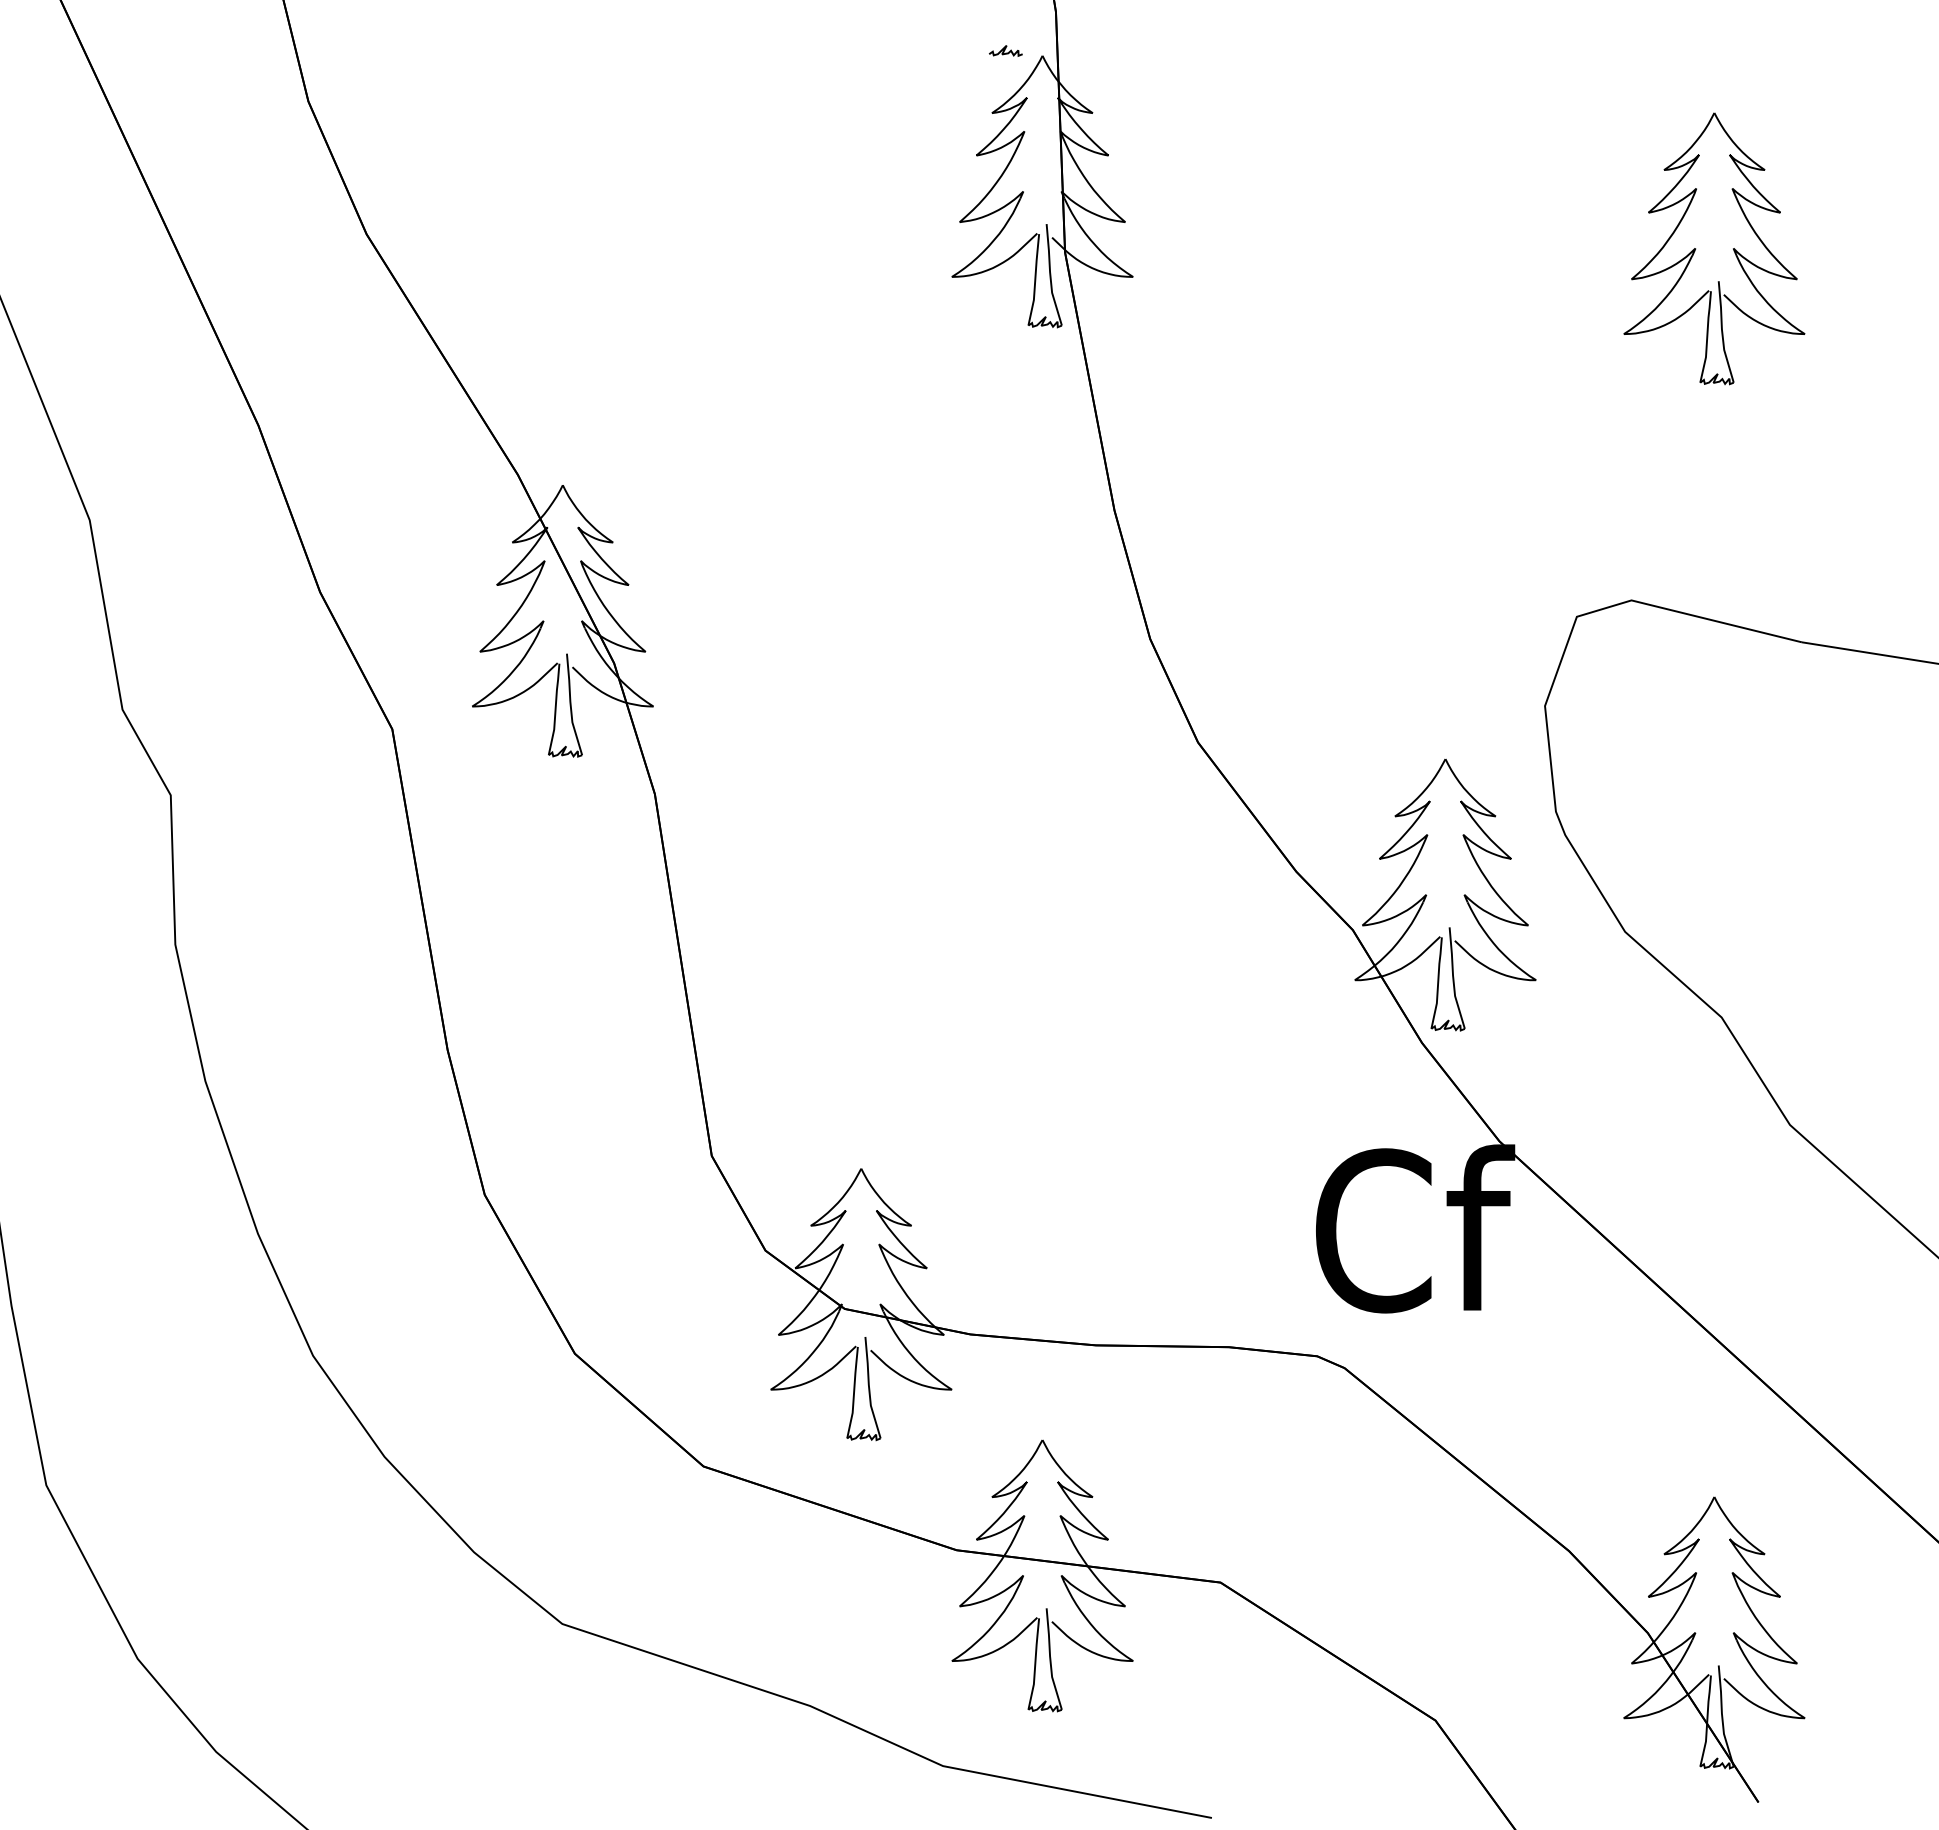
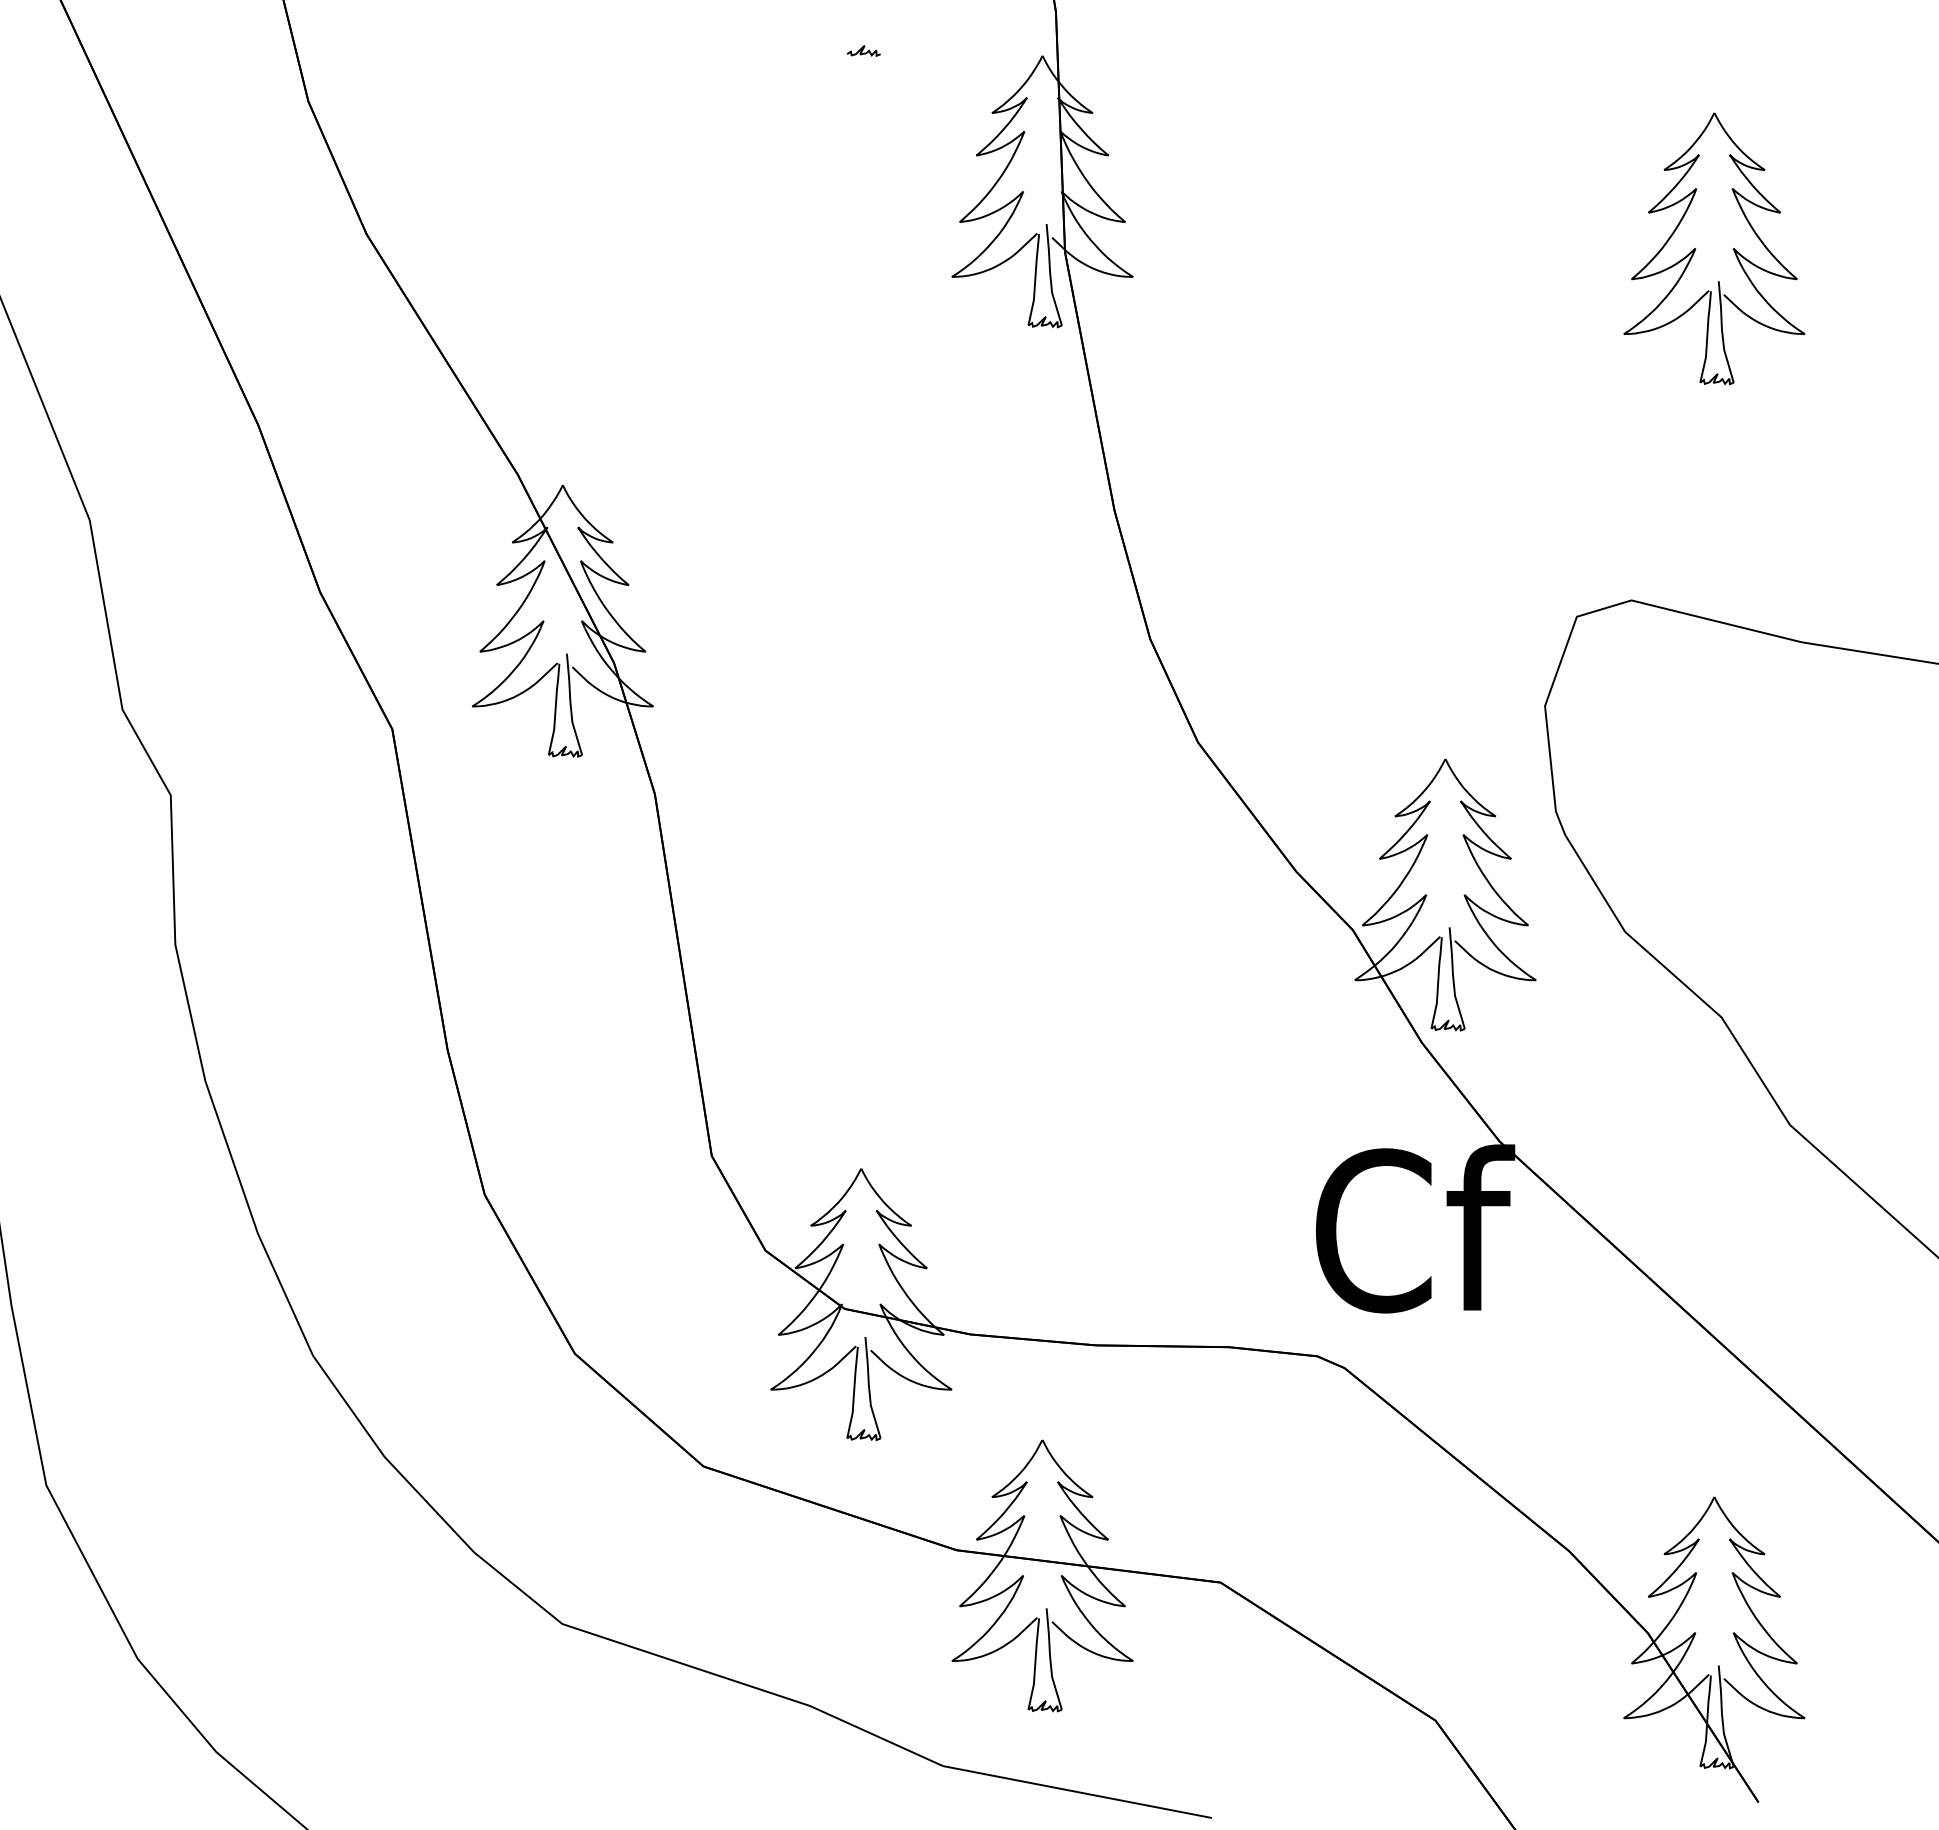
curve at (1005, 50) position: (1005, 50) -> (863, 50)
